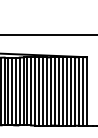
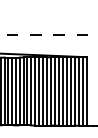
line at (49, 34): solid -> dashed
